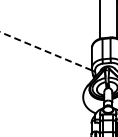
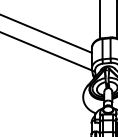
line at (46, 33): none -> present
line at (46, 51): dashed -> solid
